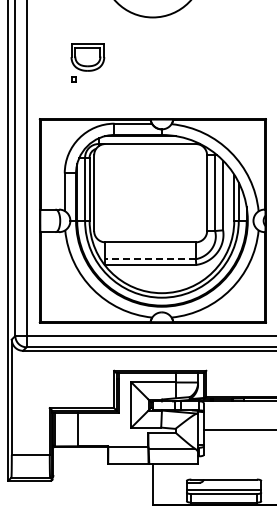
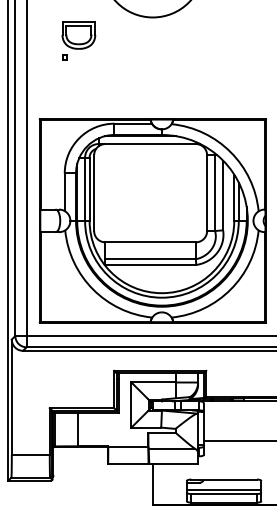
part at (87, 62) position: (87, 62) -> (78, 40)
line at (150, 259): dashed -> solid
line at (238, 430) position: (238, 430) -> (238, 441)
